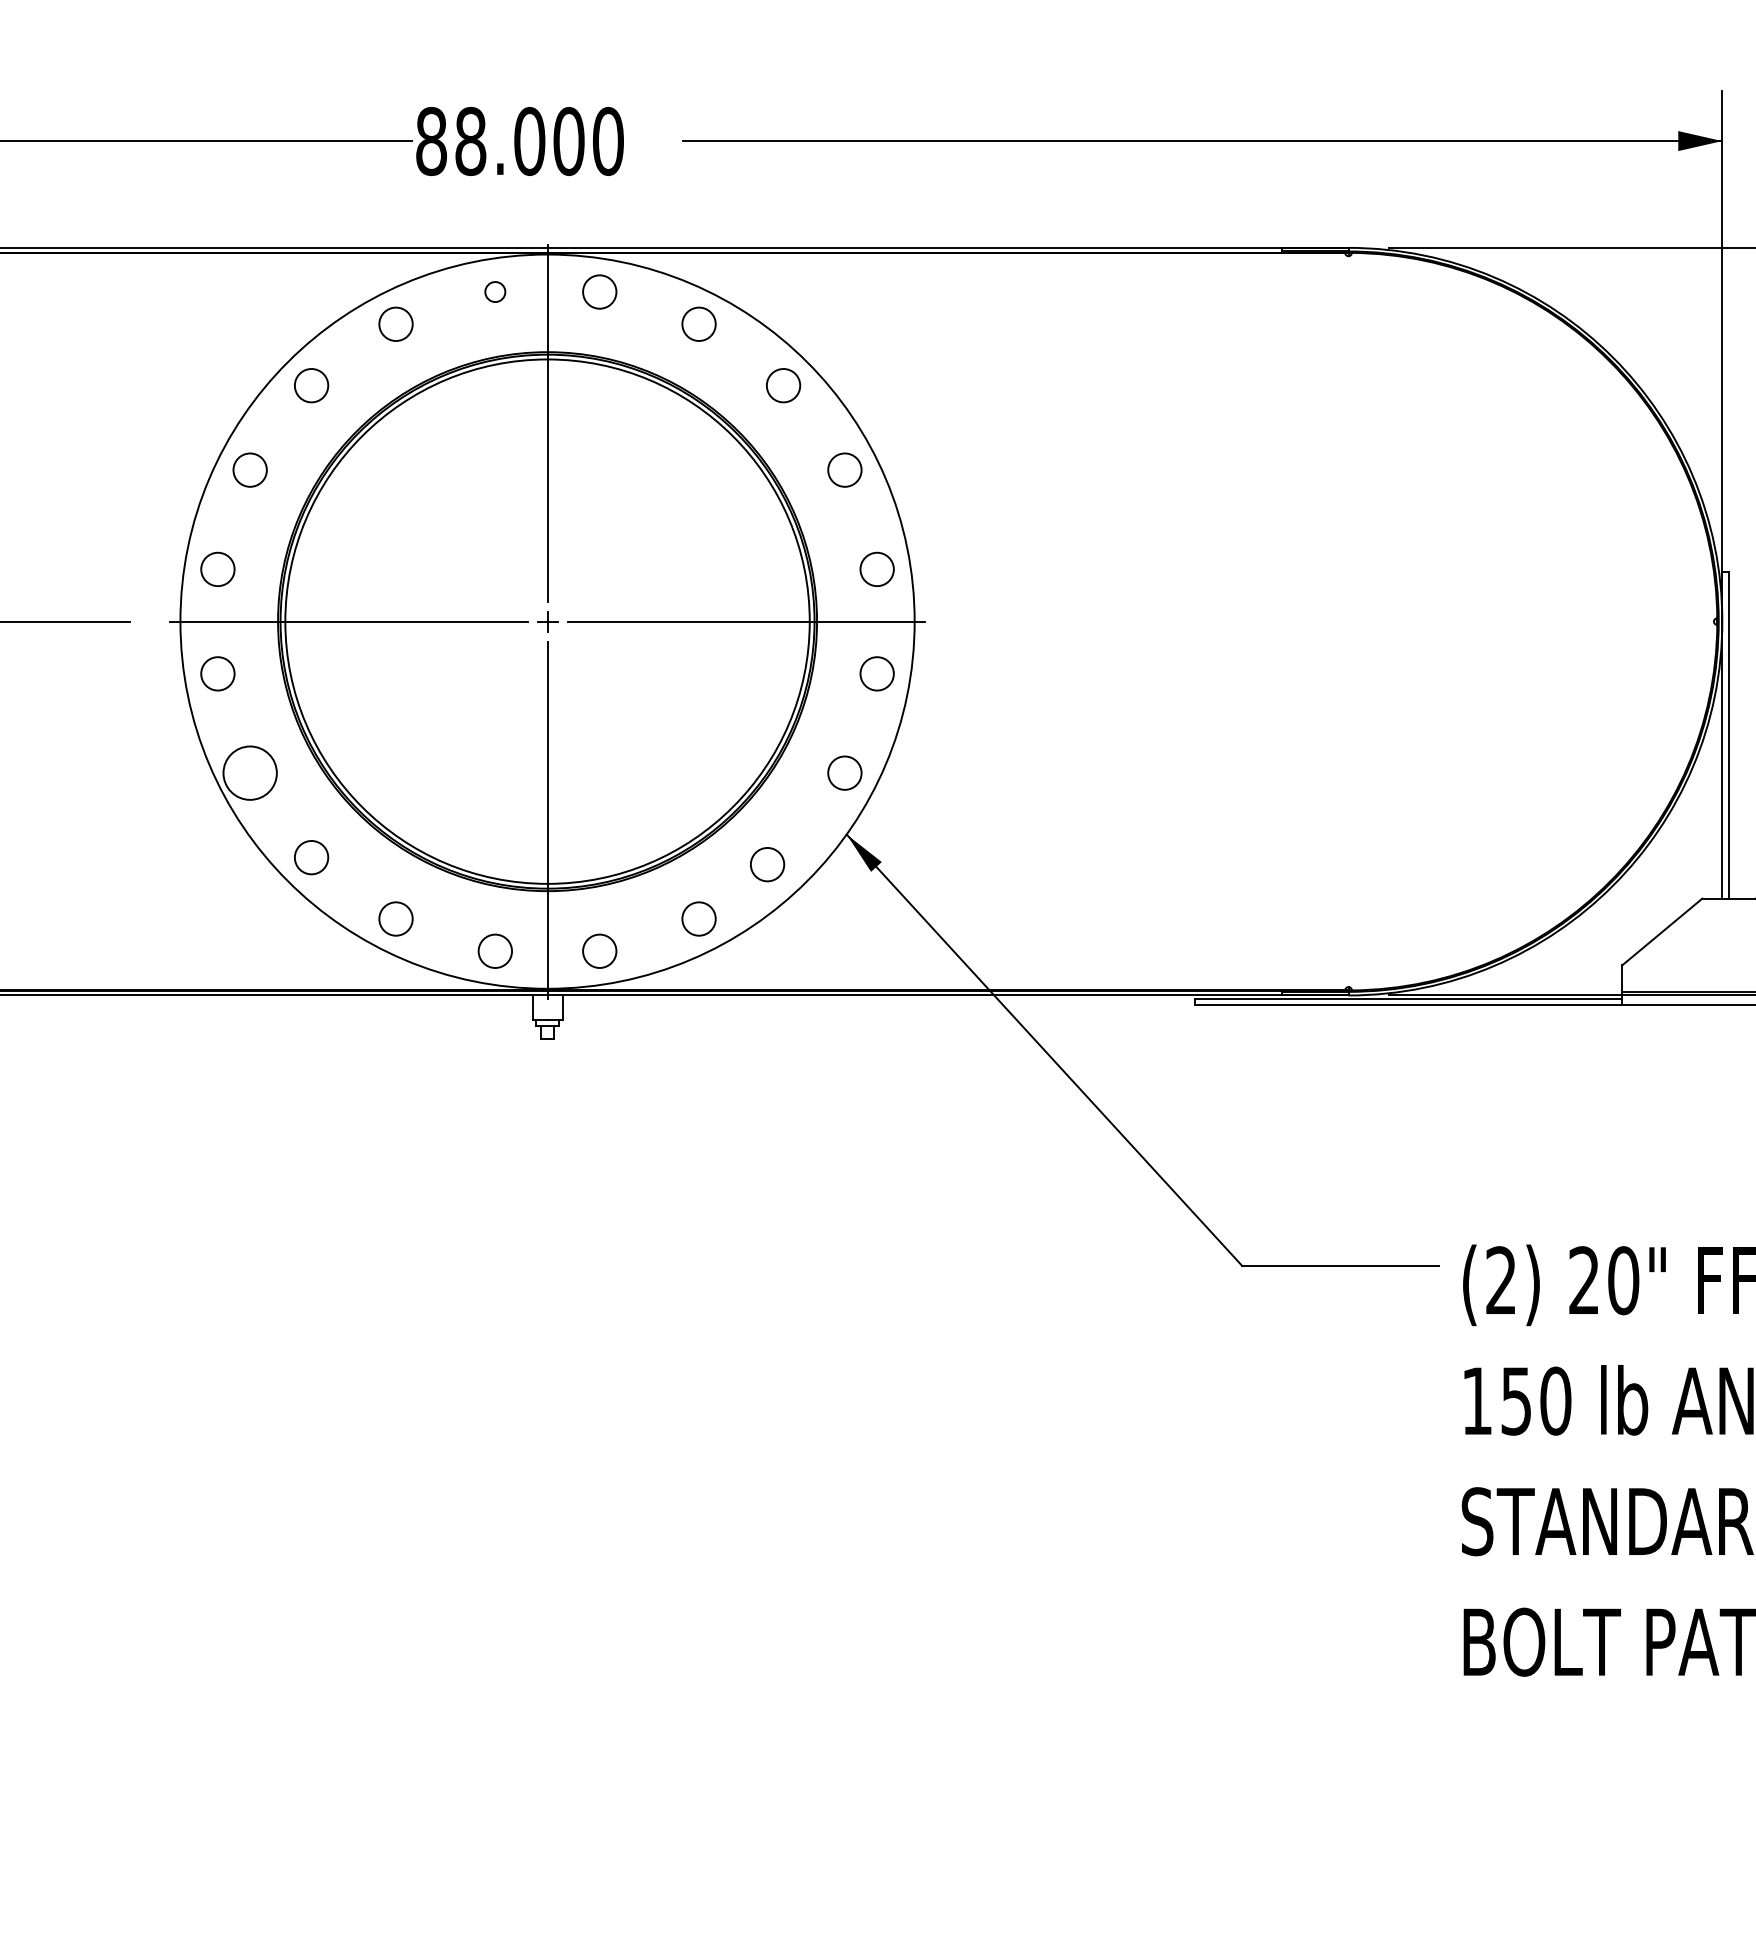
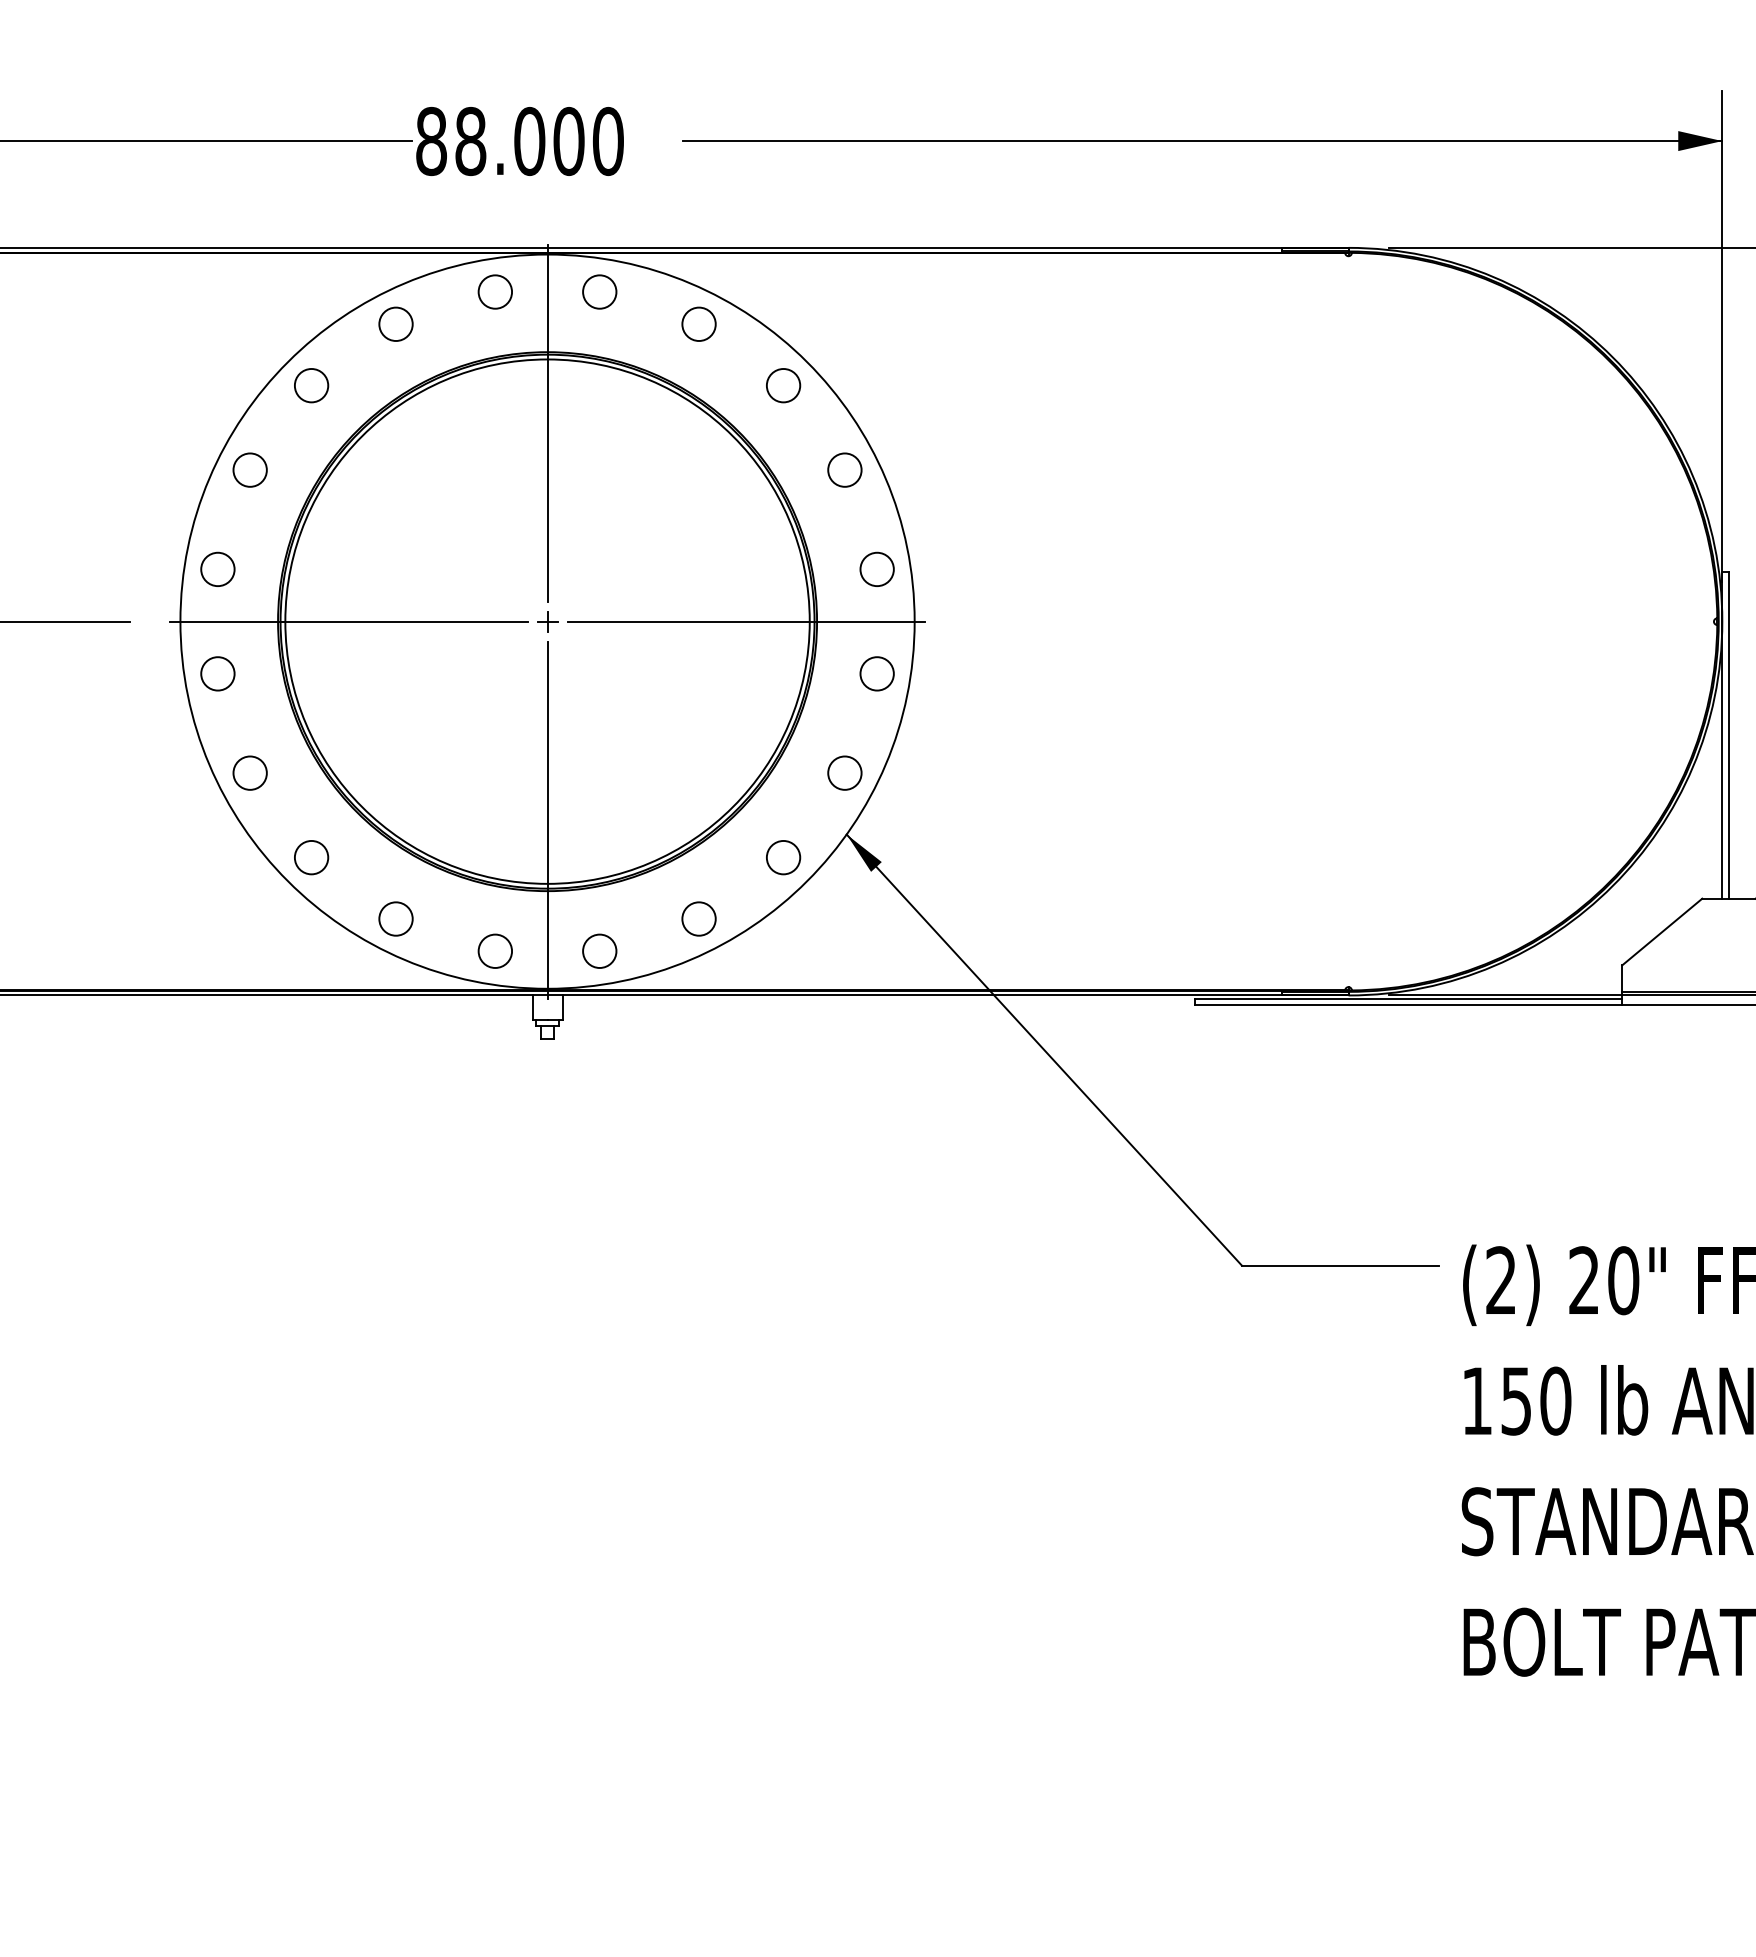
circle at (495, 292) diameter: 20 px -> 33 px
circle at (249, 772) diameter: 53 px -> 33 px
circle at (767, 864) position: (767, 864) -> (783, 857)
